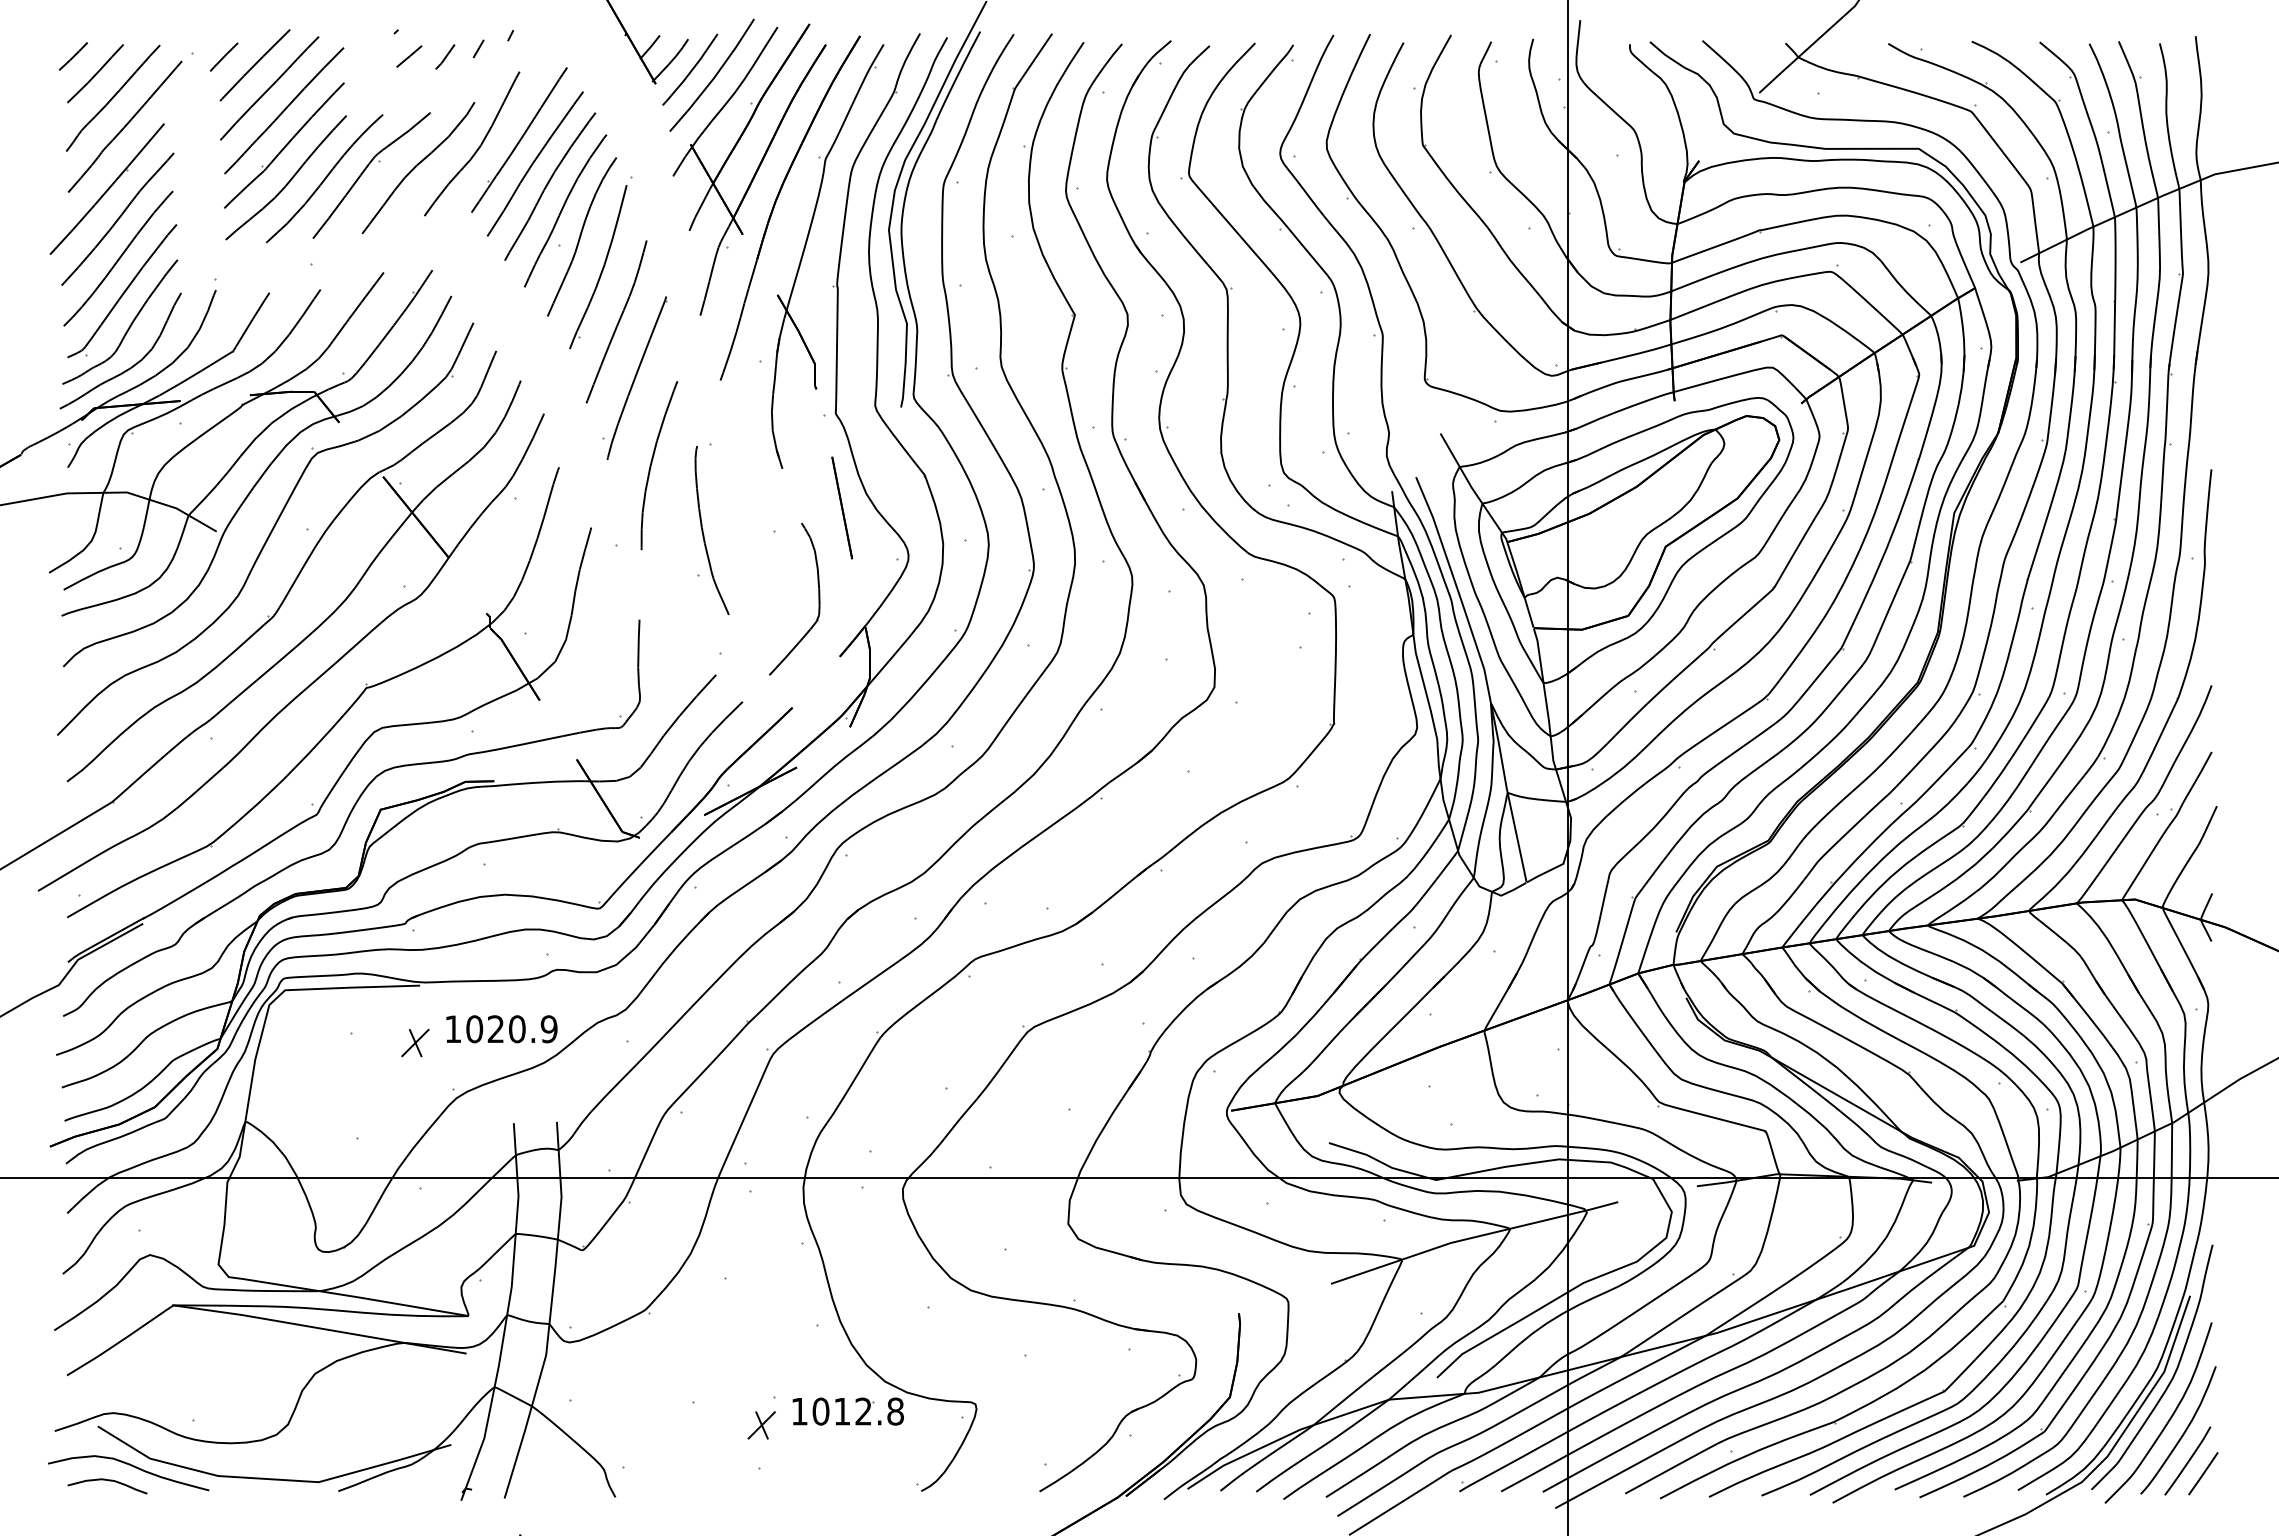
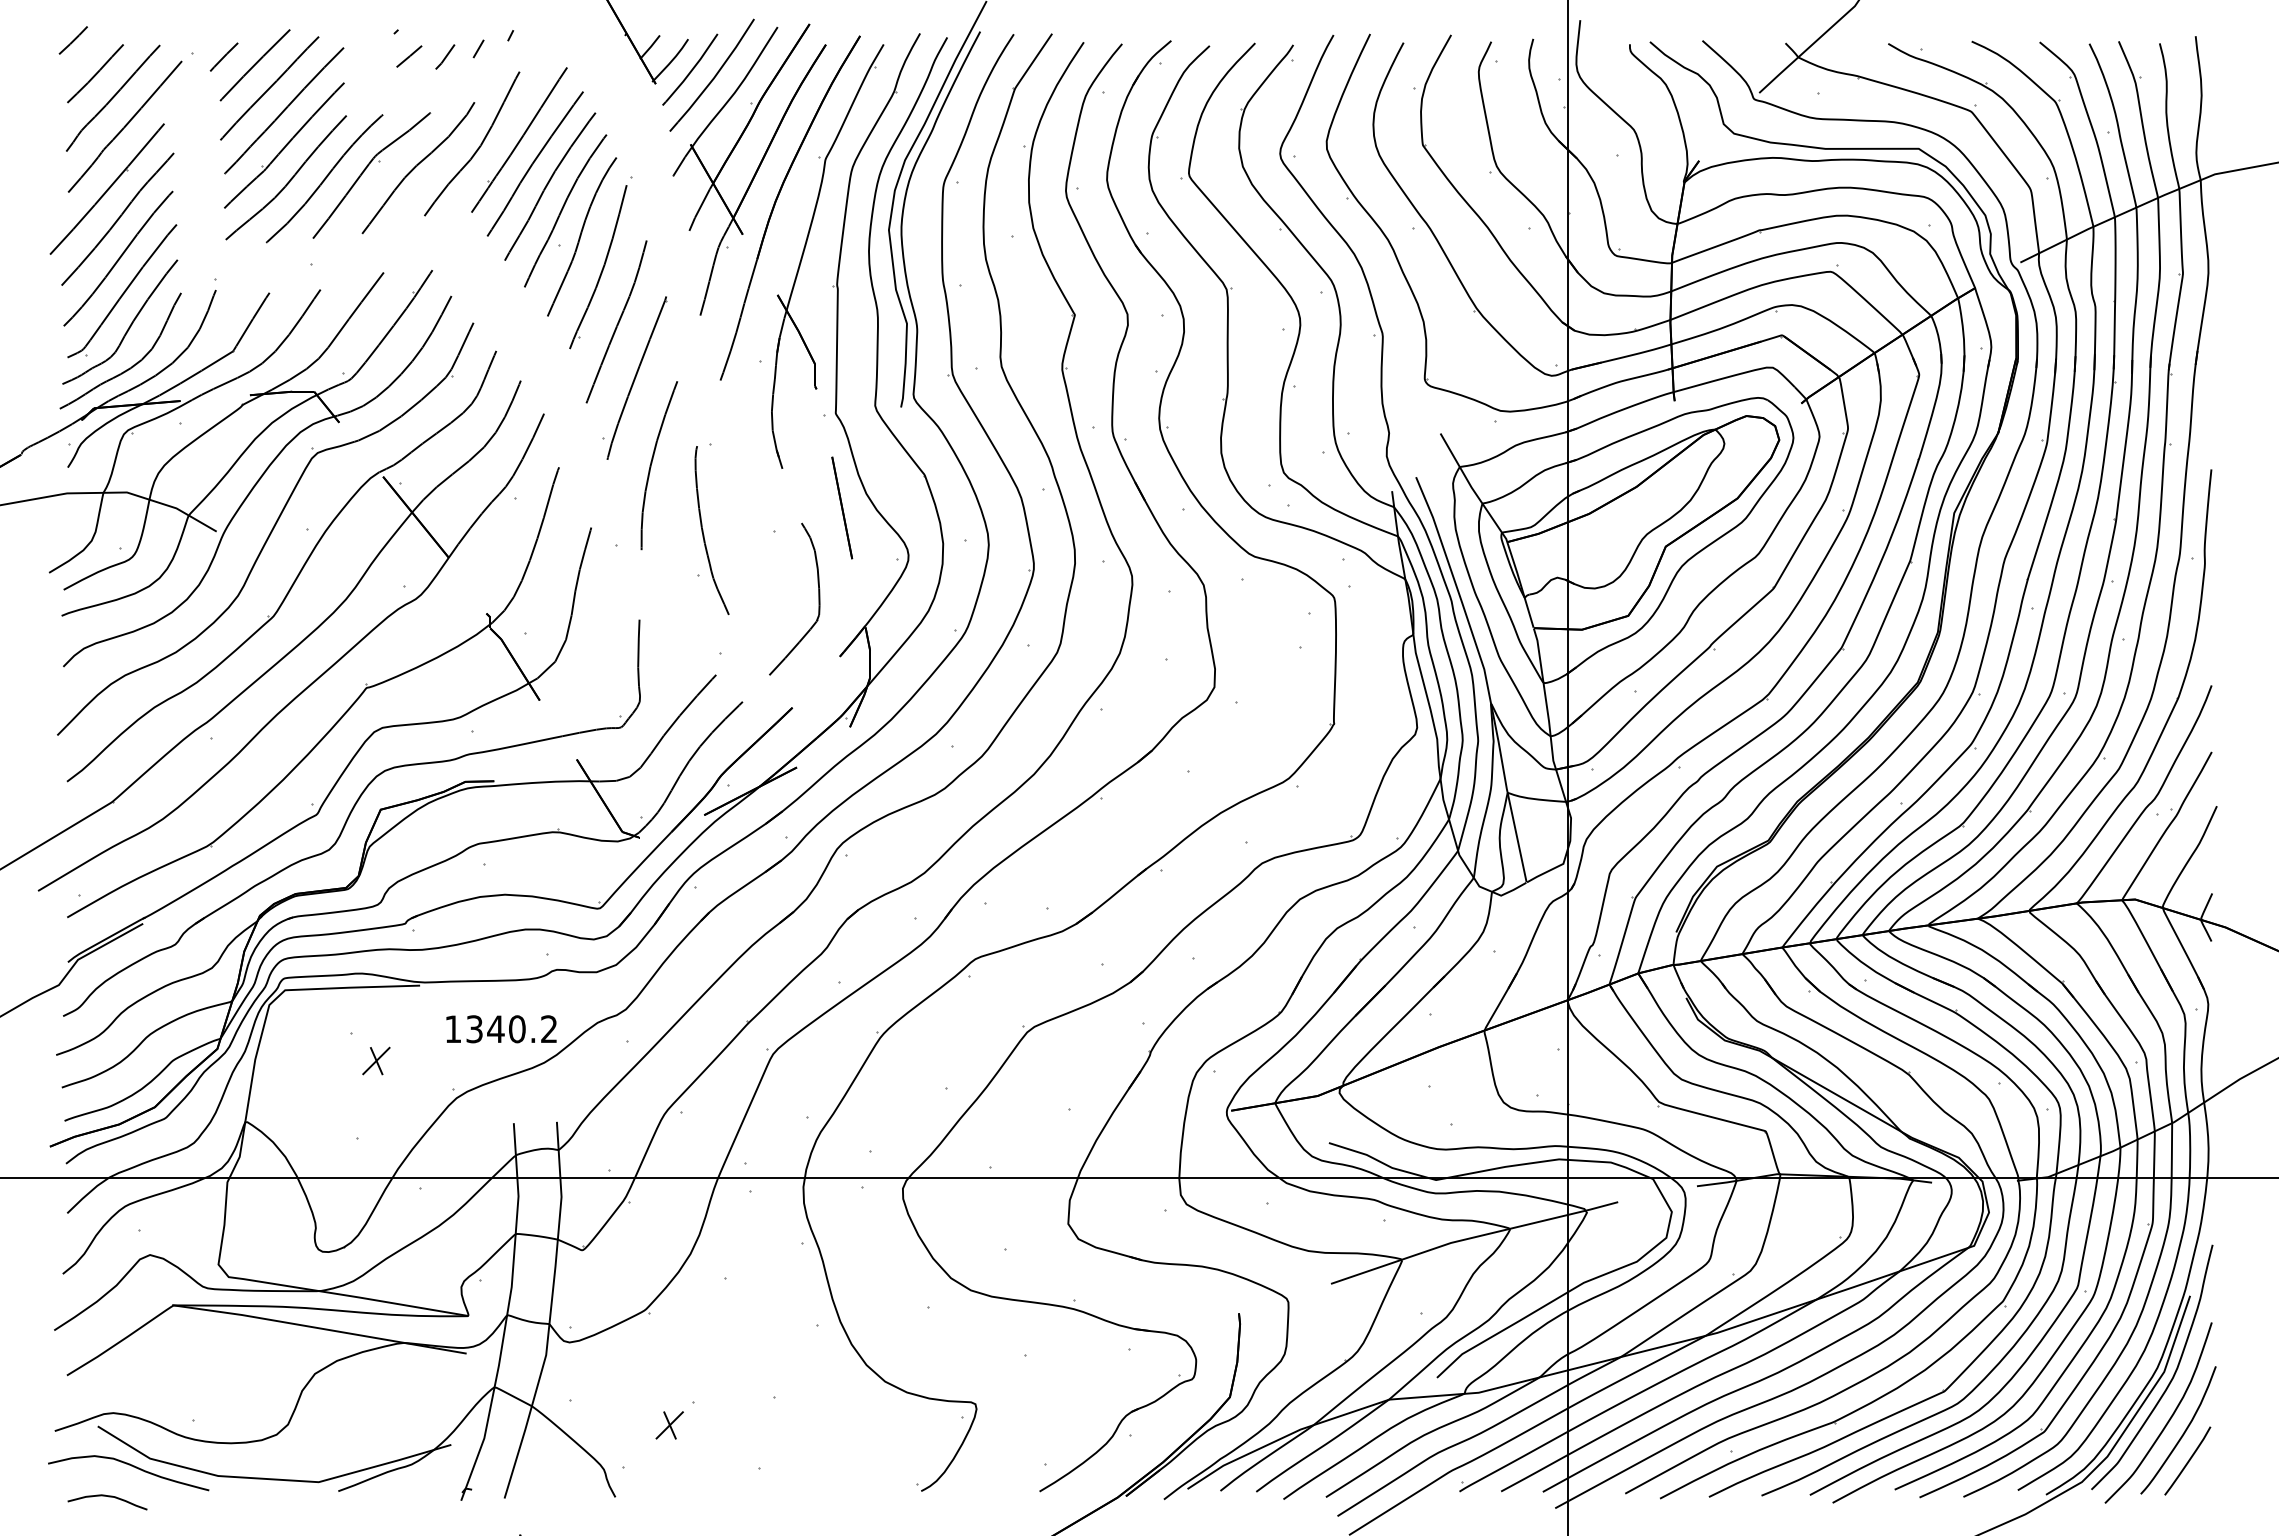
line at (72, 56) position: (72, 56) -> (72, 40)
text at (511, 1029): 1020.9 -> 1340.2
part at (415, 1042) position: (415, 1042) -> (376, 1060)
part at (847, 1411): present -> none
part at (761, 1425) position: (761, 1425) -> (669, 1425)
line at (2203, 1473): present -> none
curve at (108, 1481) position: (108, 1481) -> (108, 1497)
